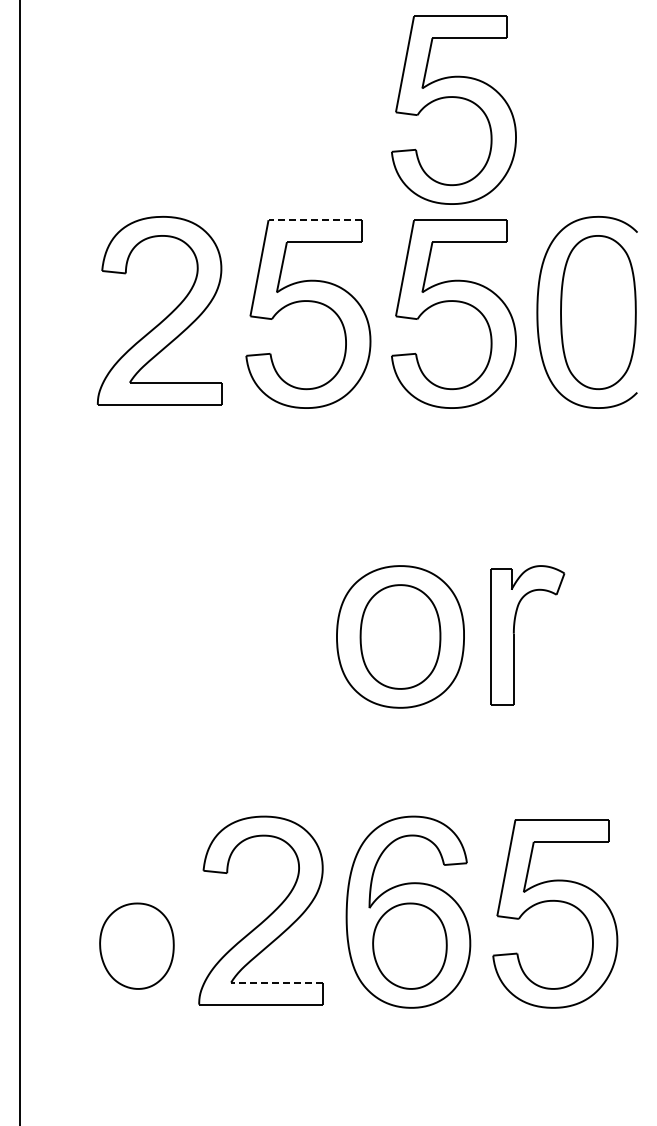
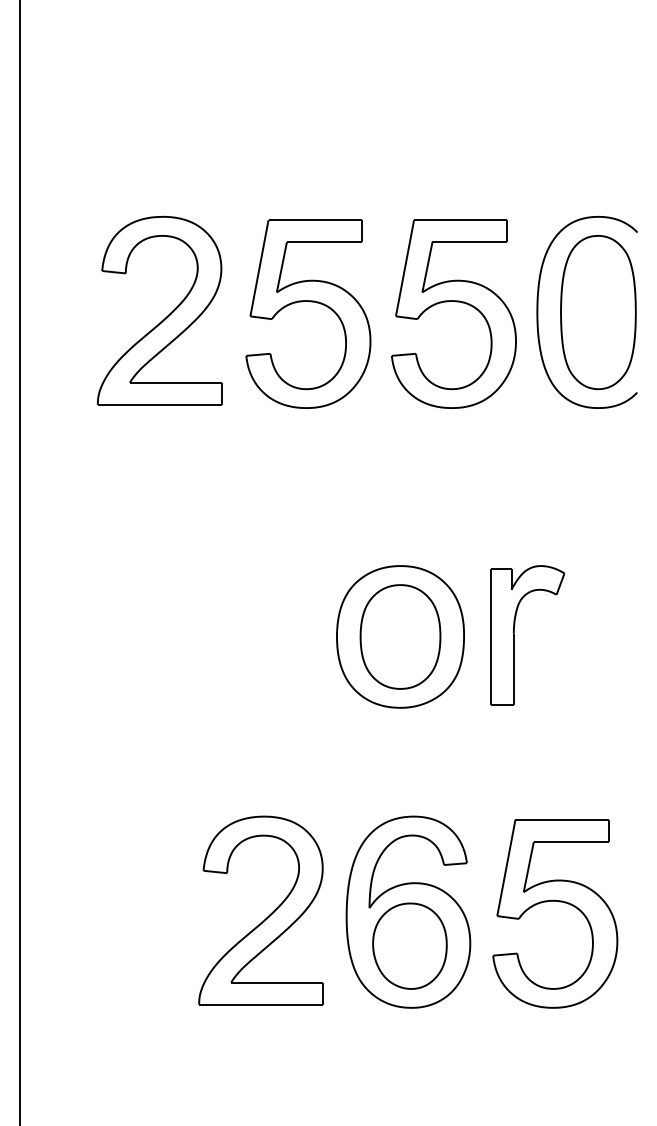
part at (455, 98): present -> none
line at (315, 220): dashed -> solid
part at (136, 945): present -> none
line at (277, 982): dashed -> solid
